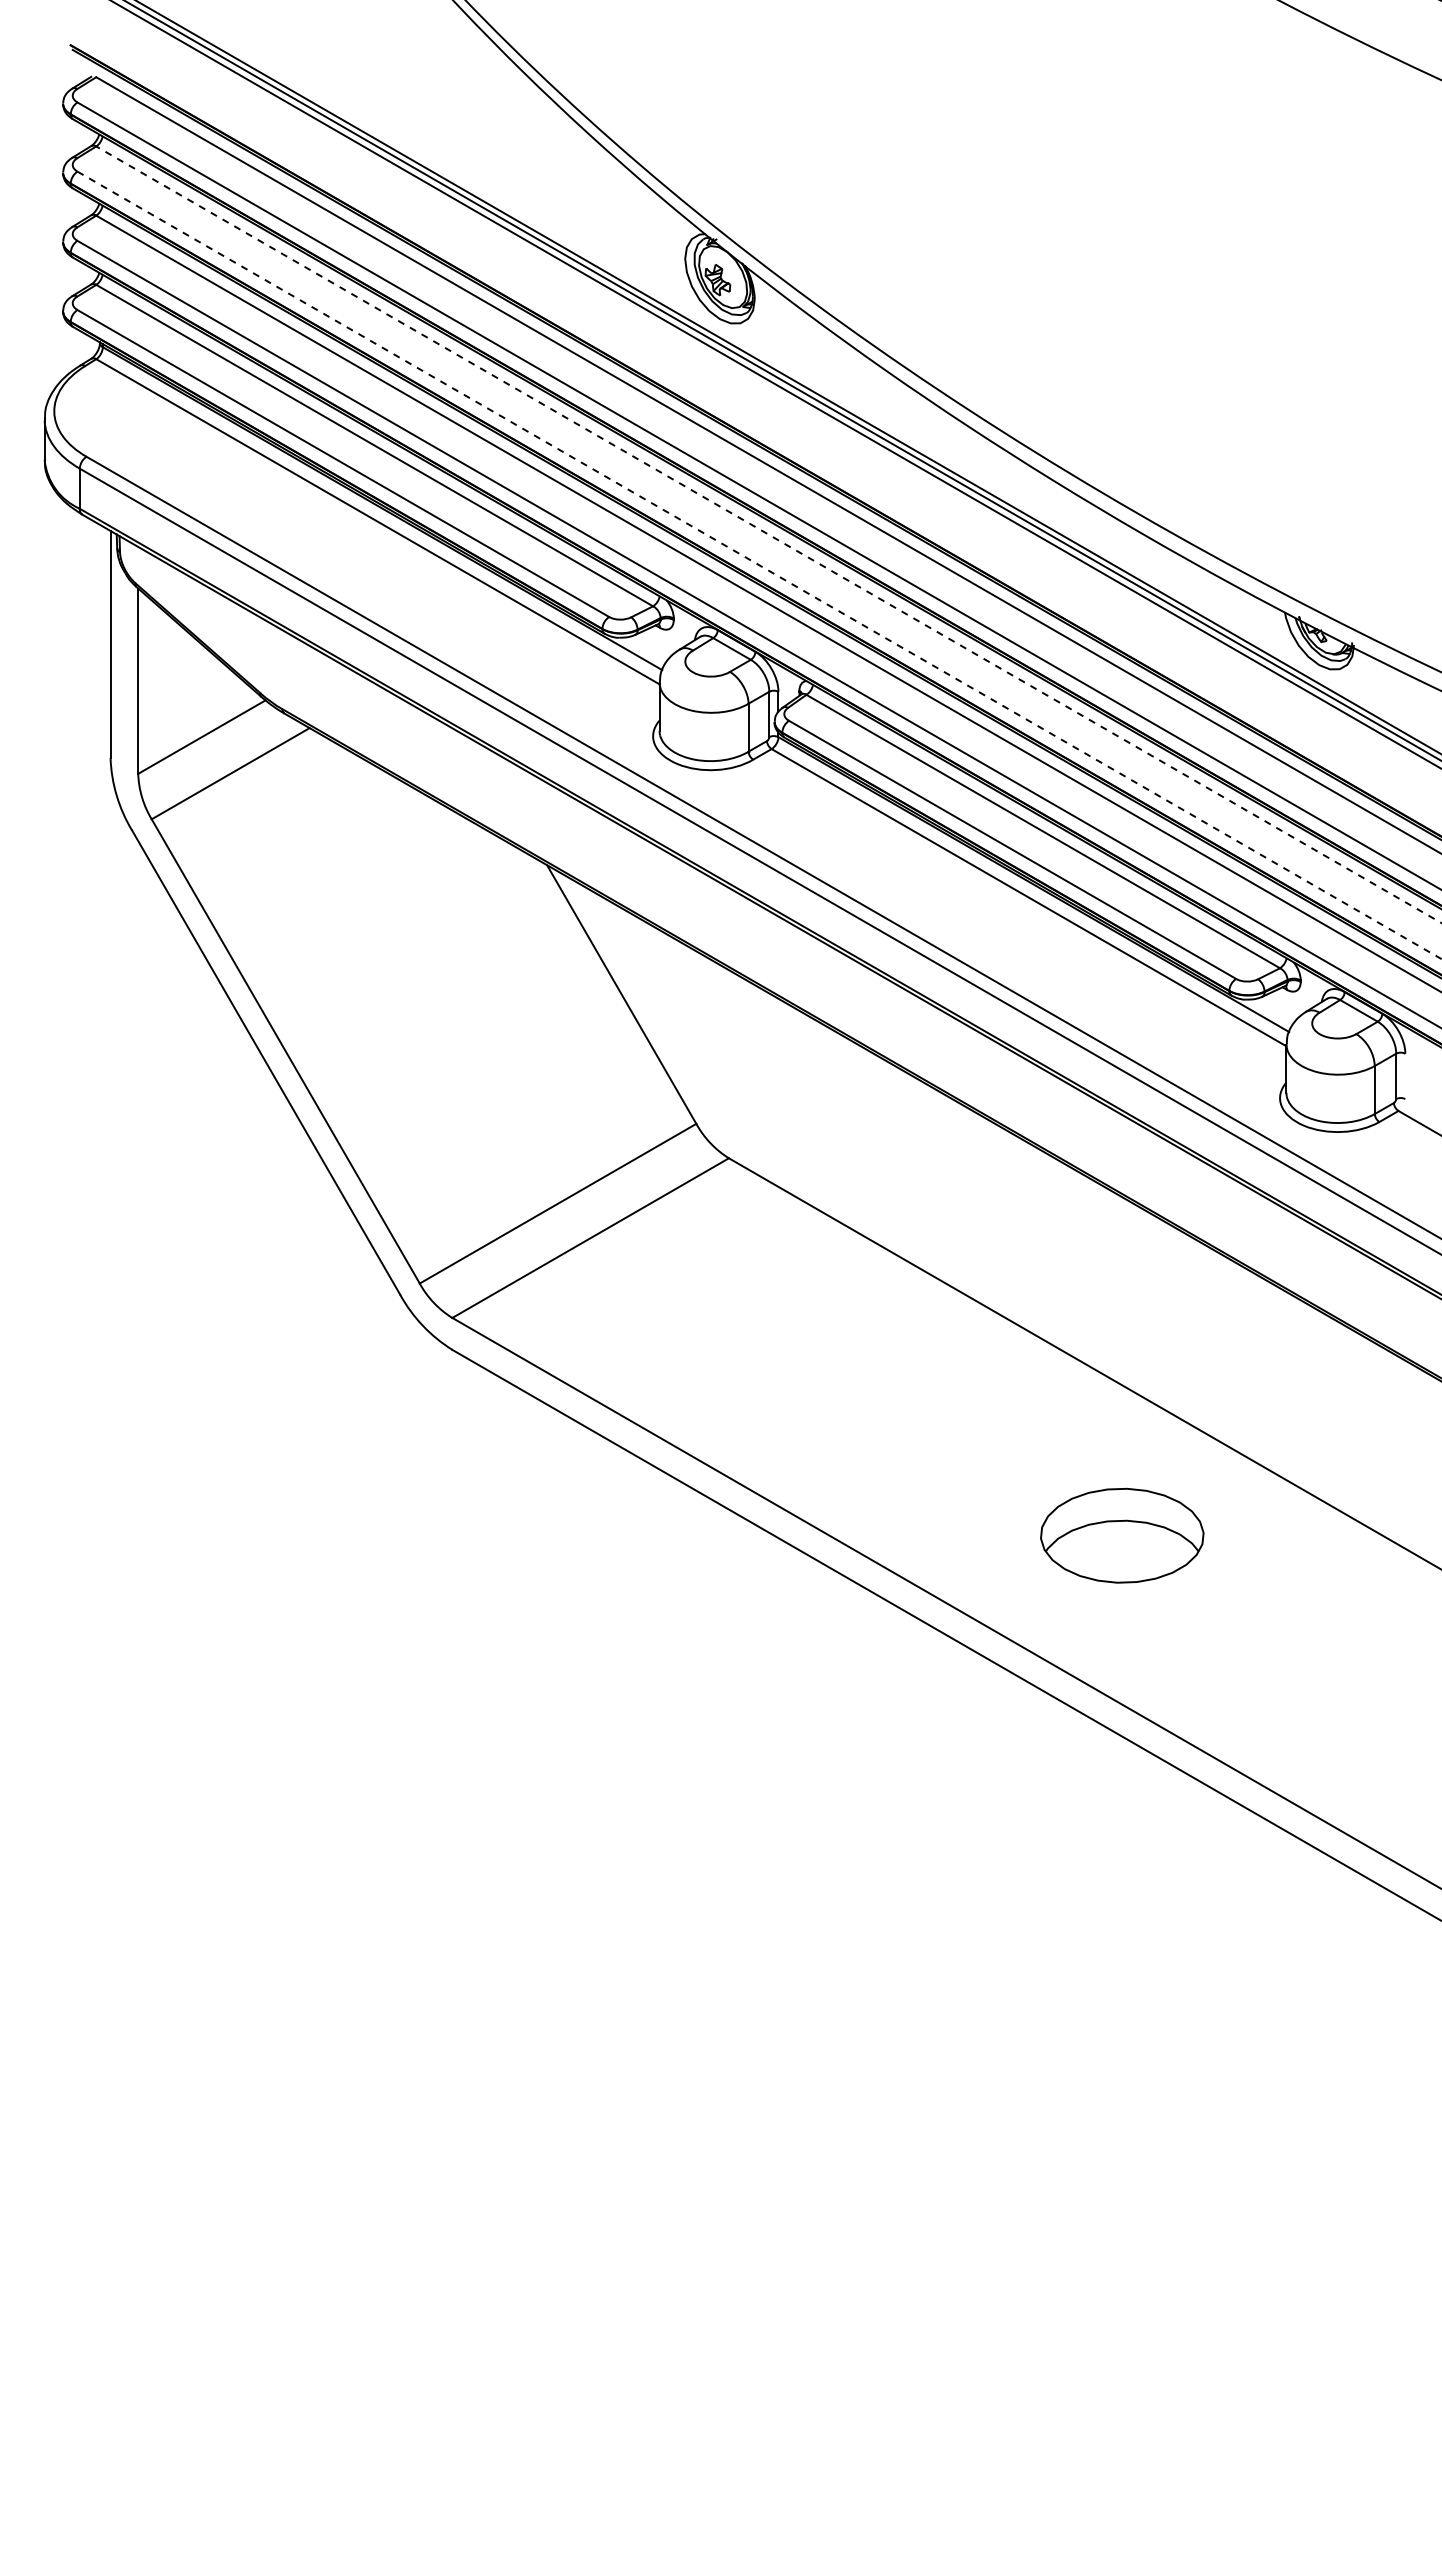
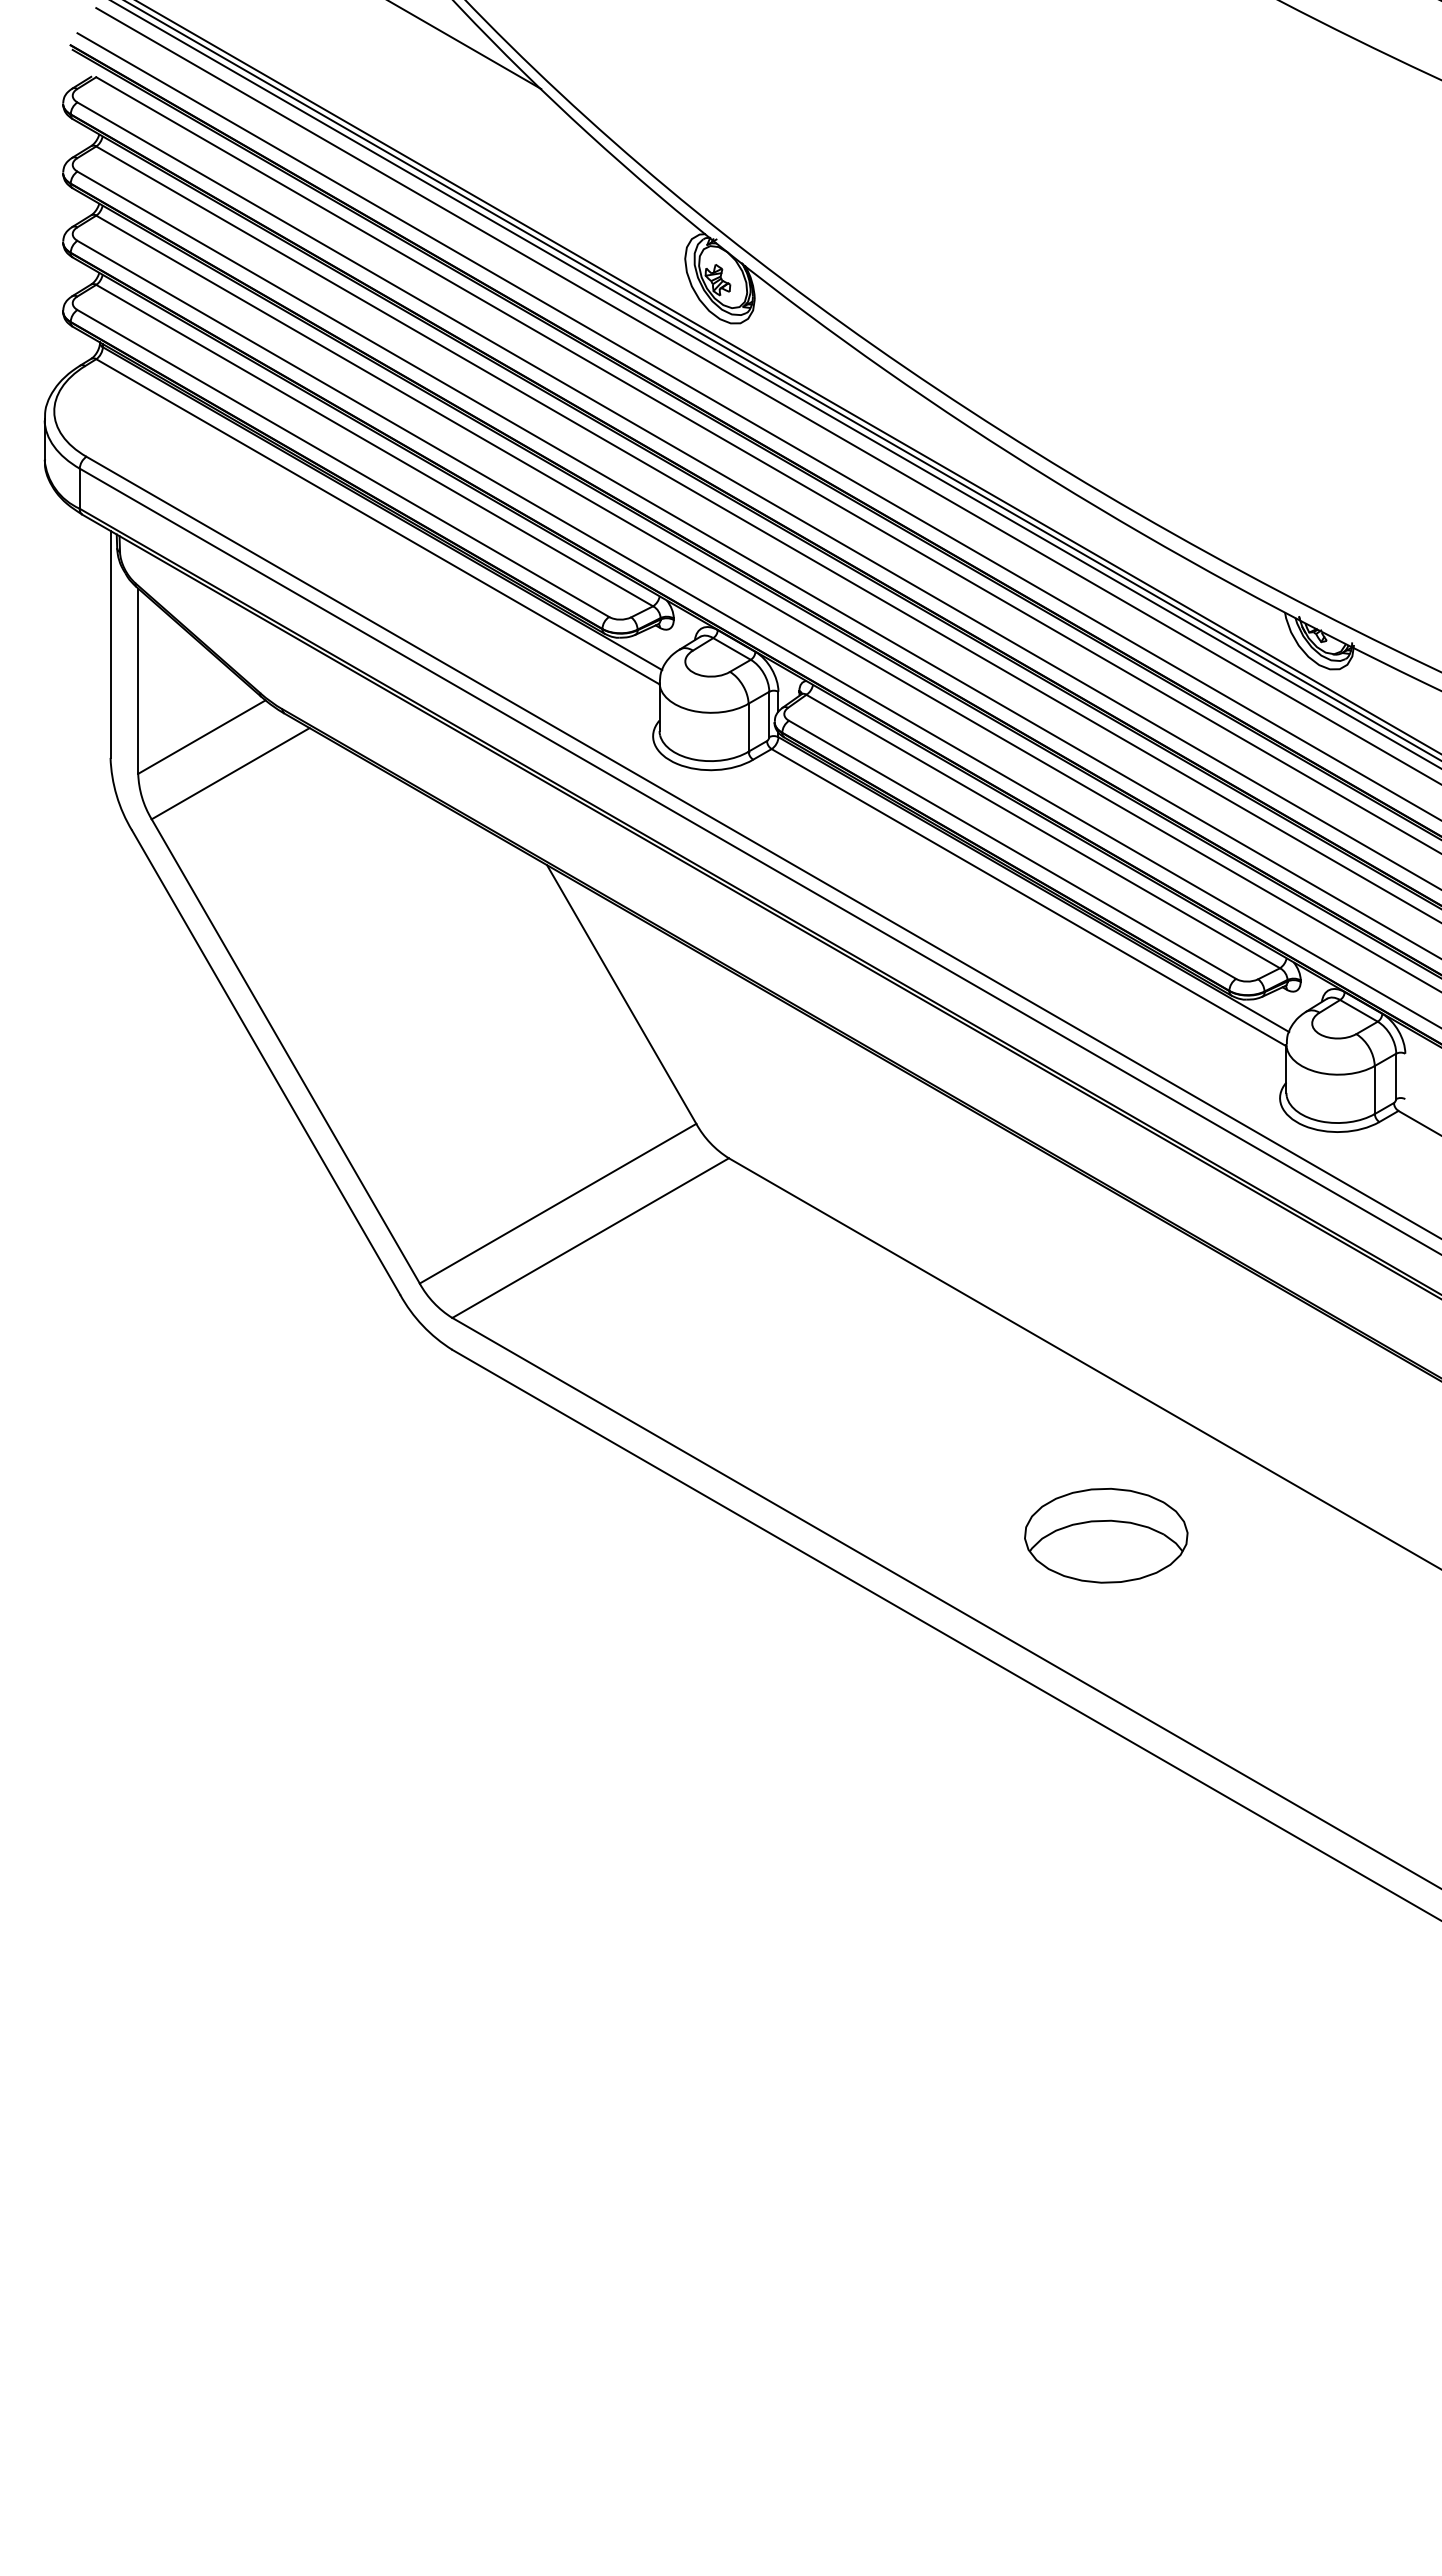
line at (466, 45): none -> present
line at (767, 395): none -> present
line at (757, 425): none -> present
line at (769, 534): dashed -> solid
line at (759, 565): dashed -> solid
part at (1122, 1535) position: (1122, 1535) -> (1106, 1535)
